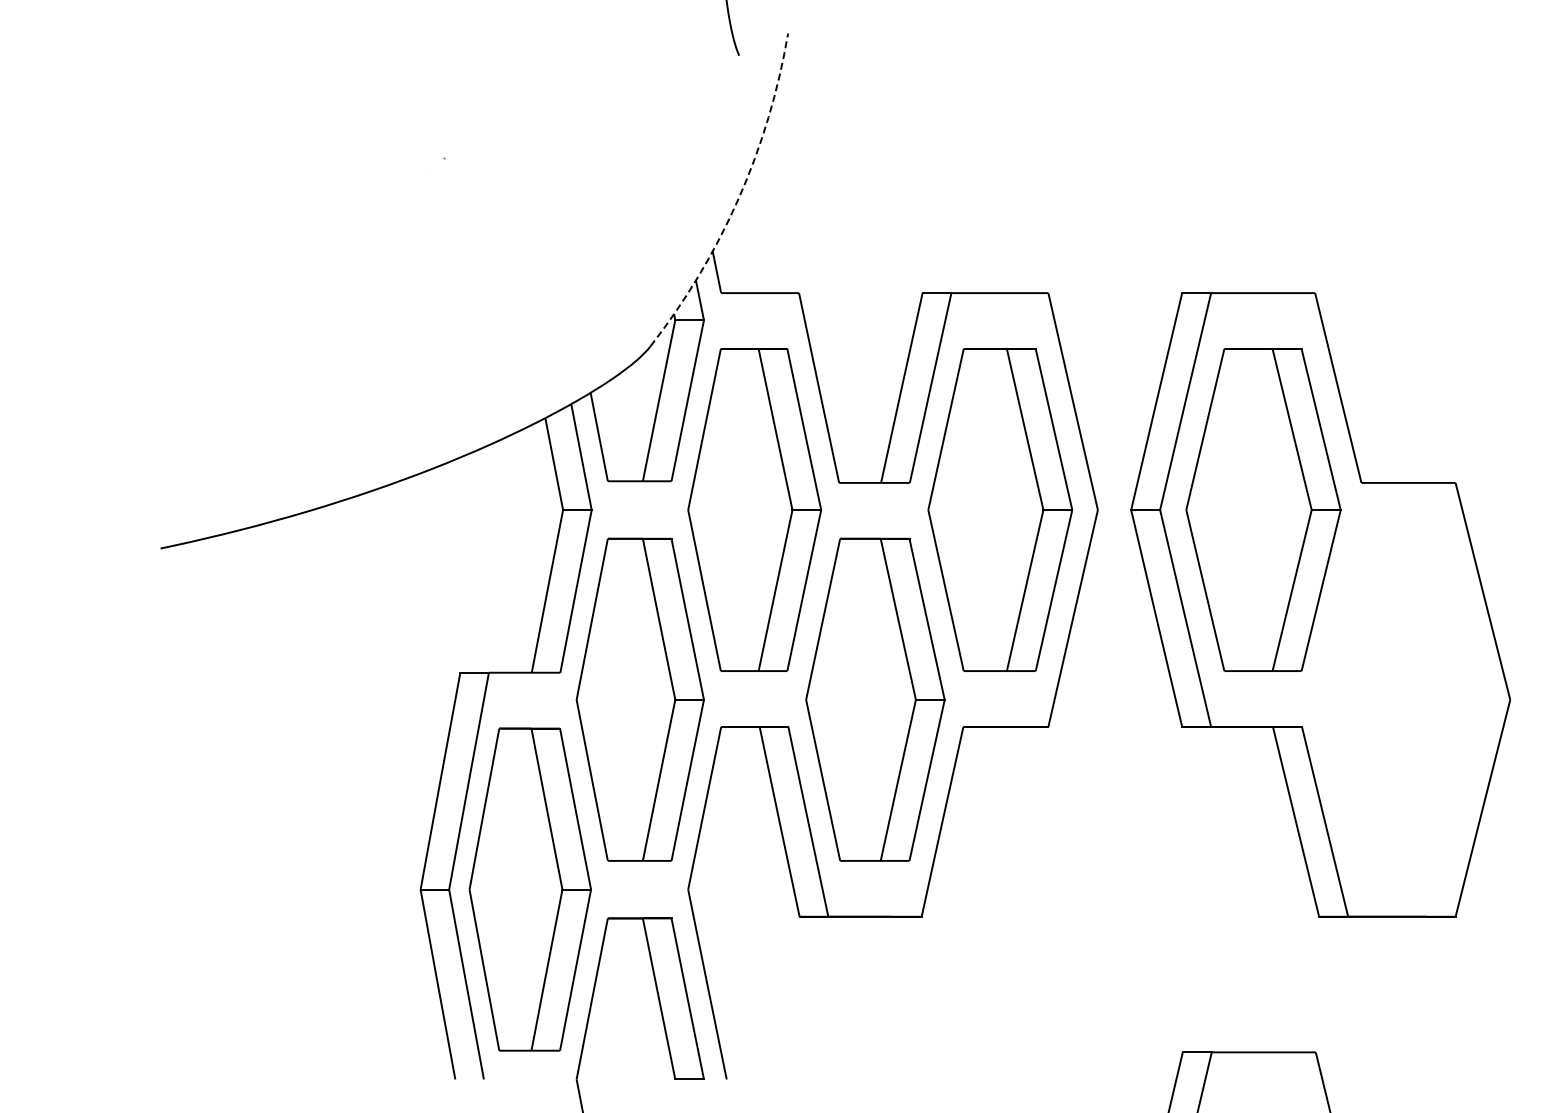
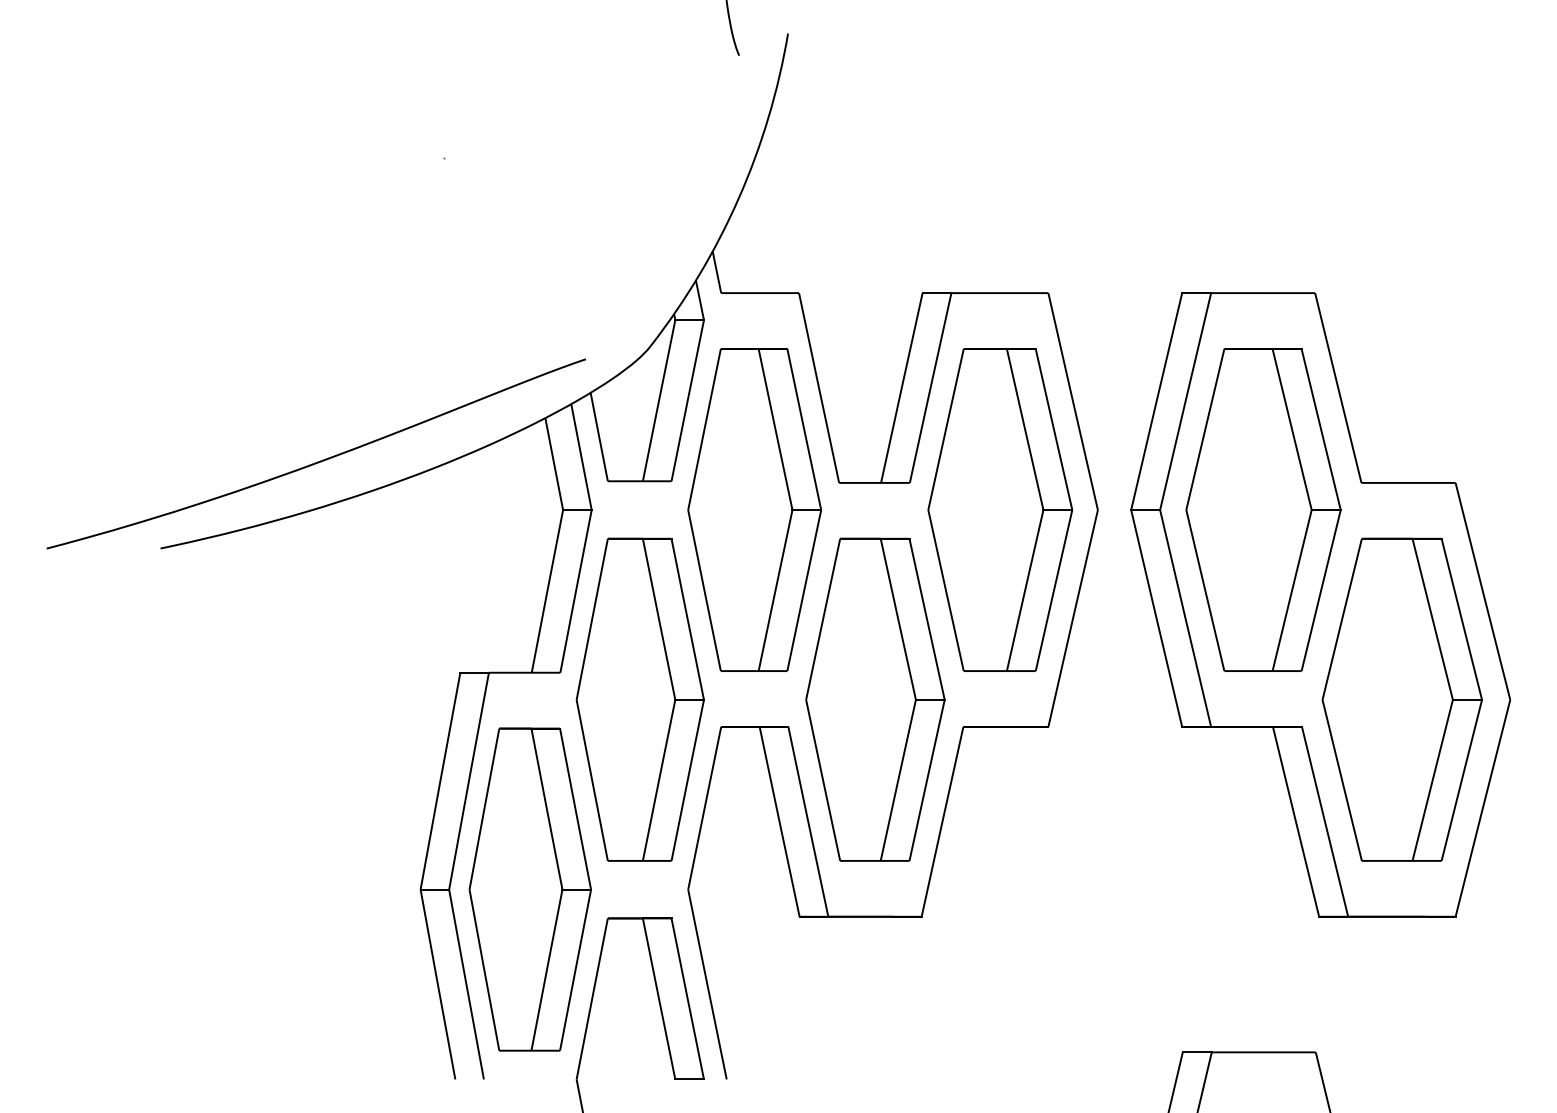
arc at (738, 198): dashed -> solid
part at (317, 461): none -> present
part at (1401, 699): none -> present
